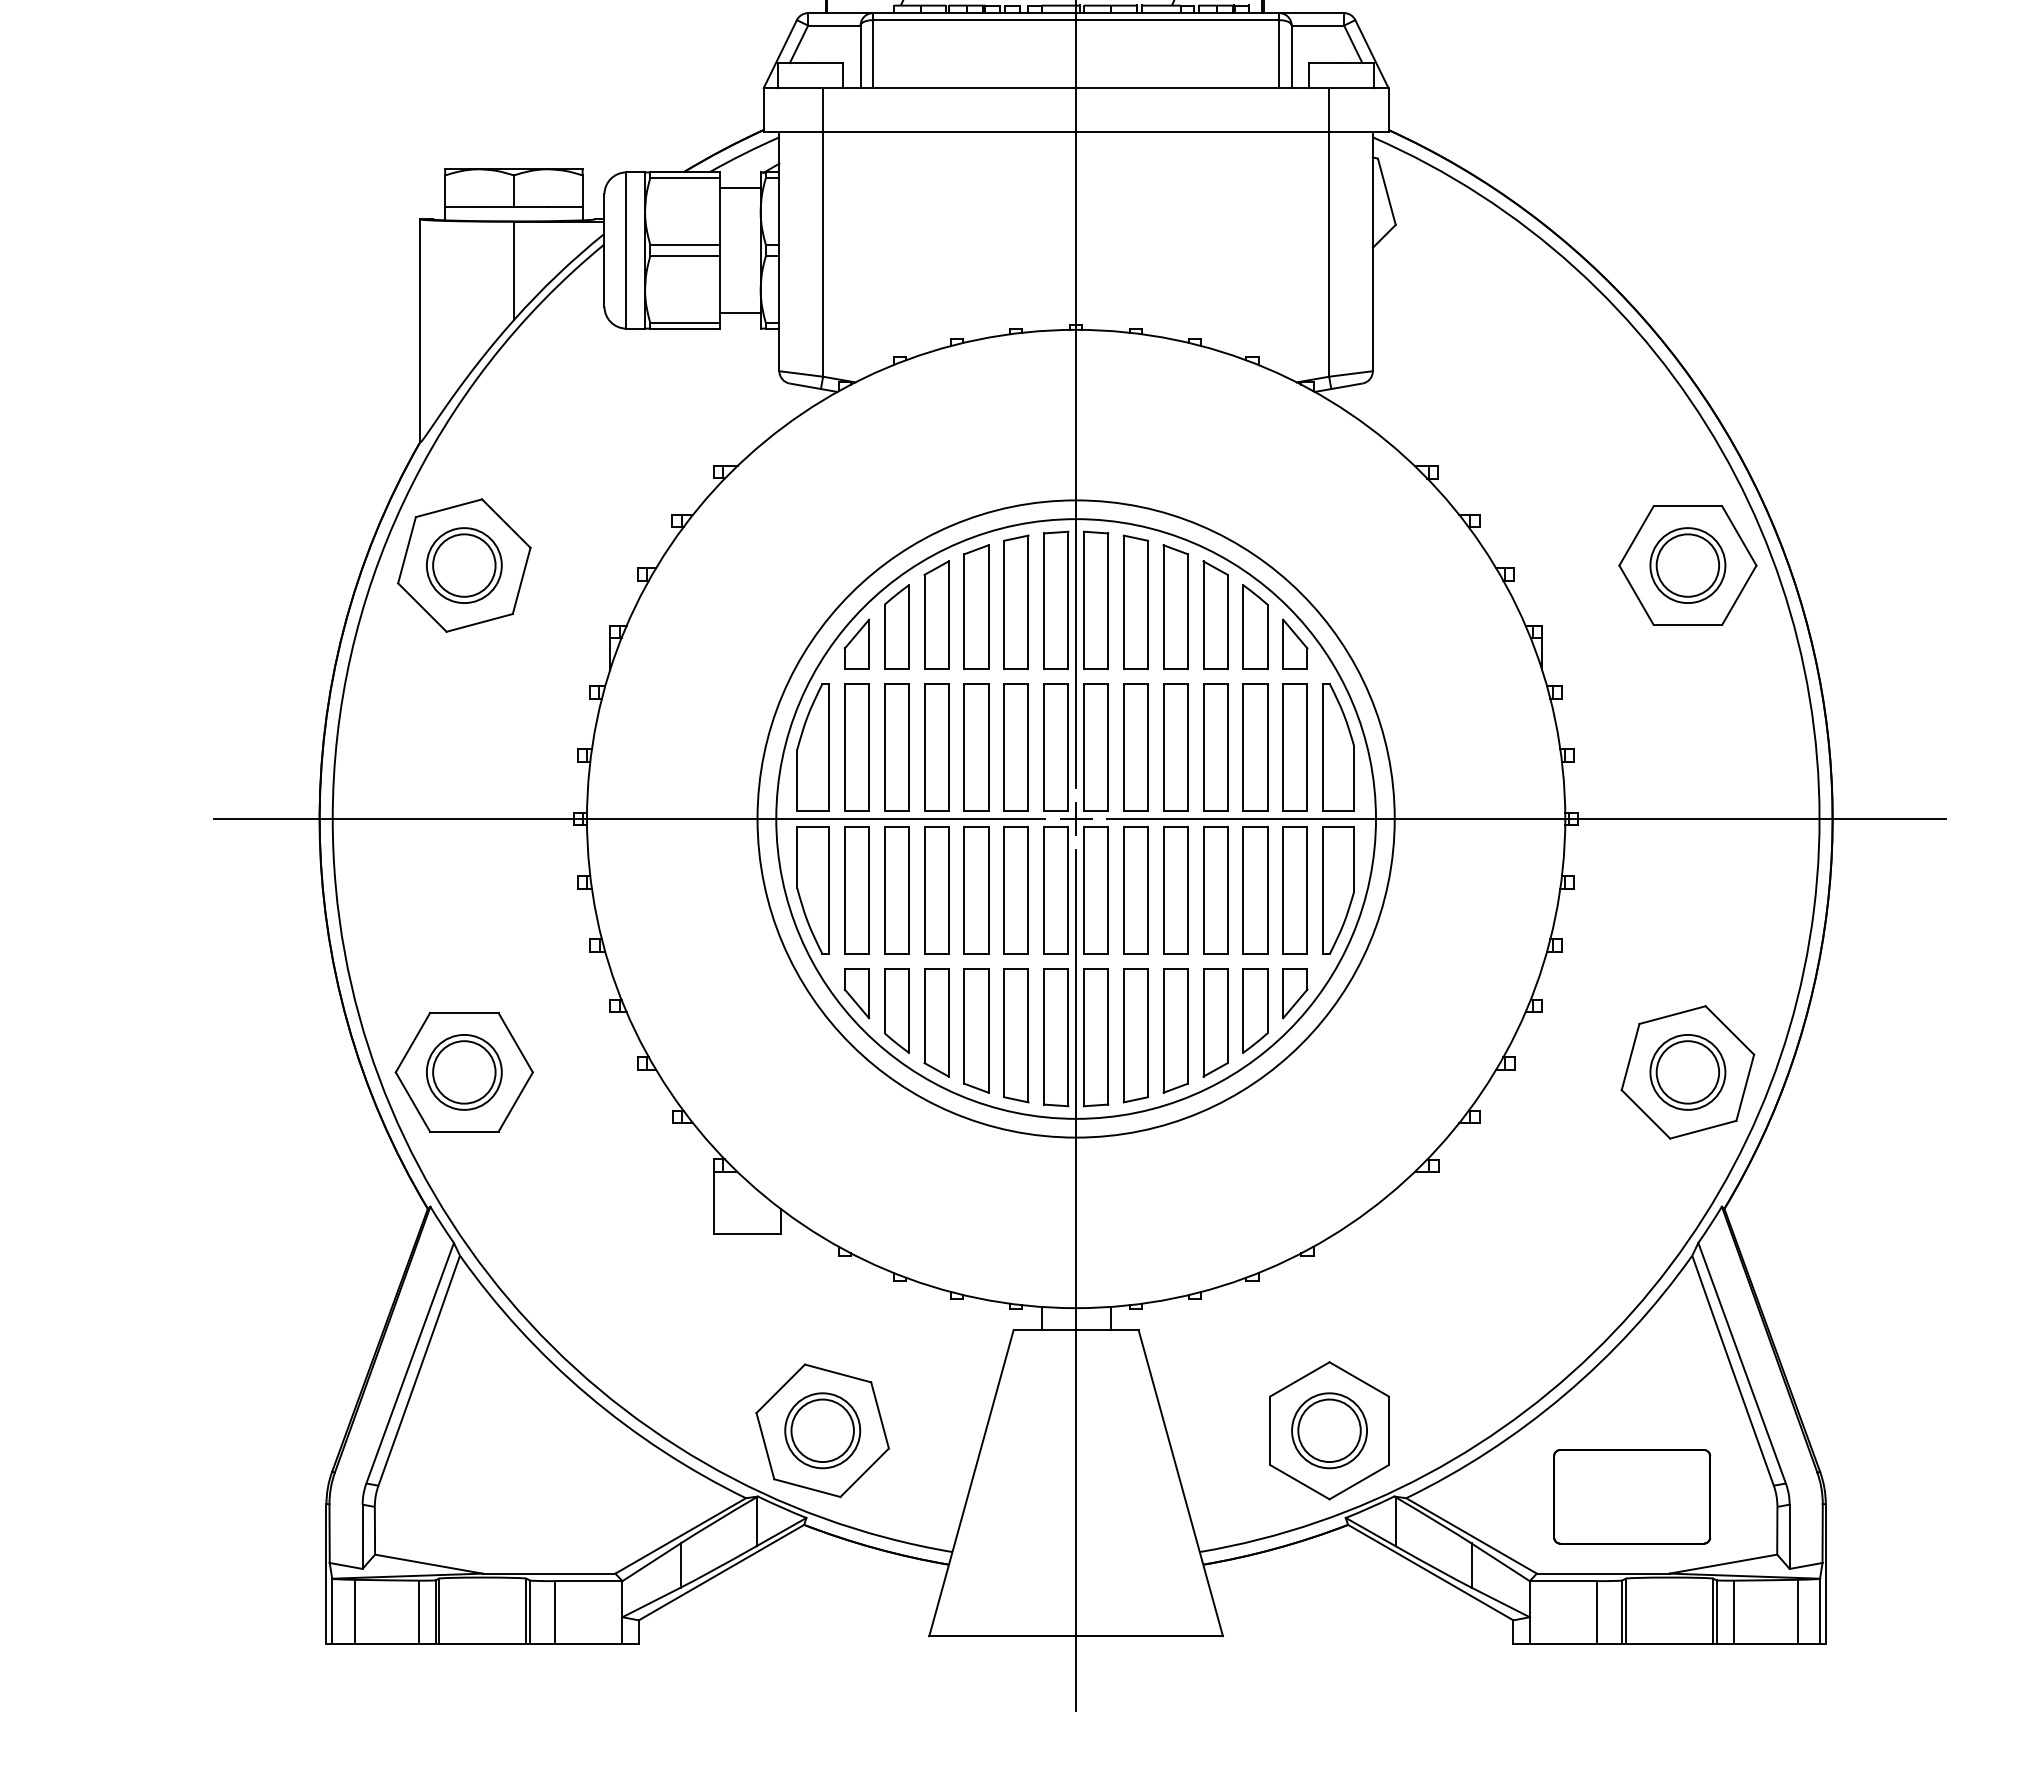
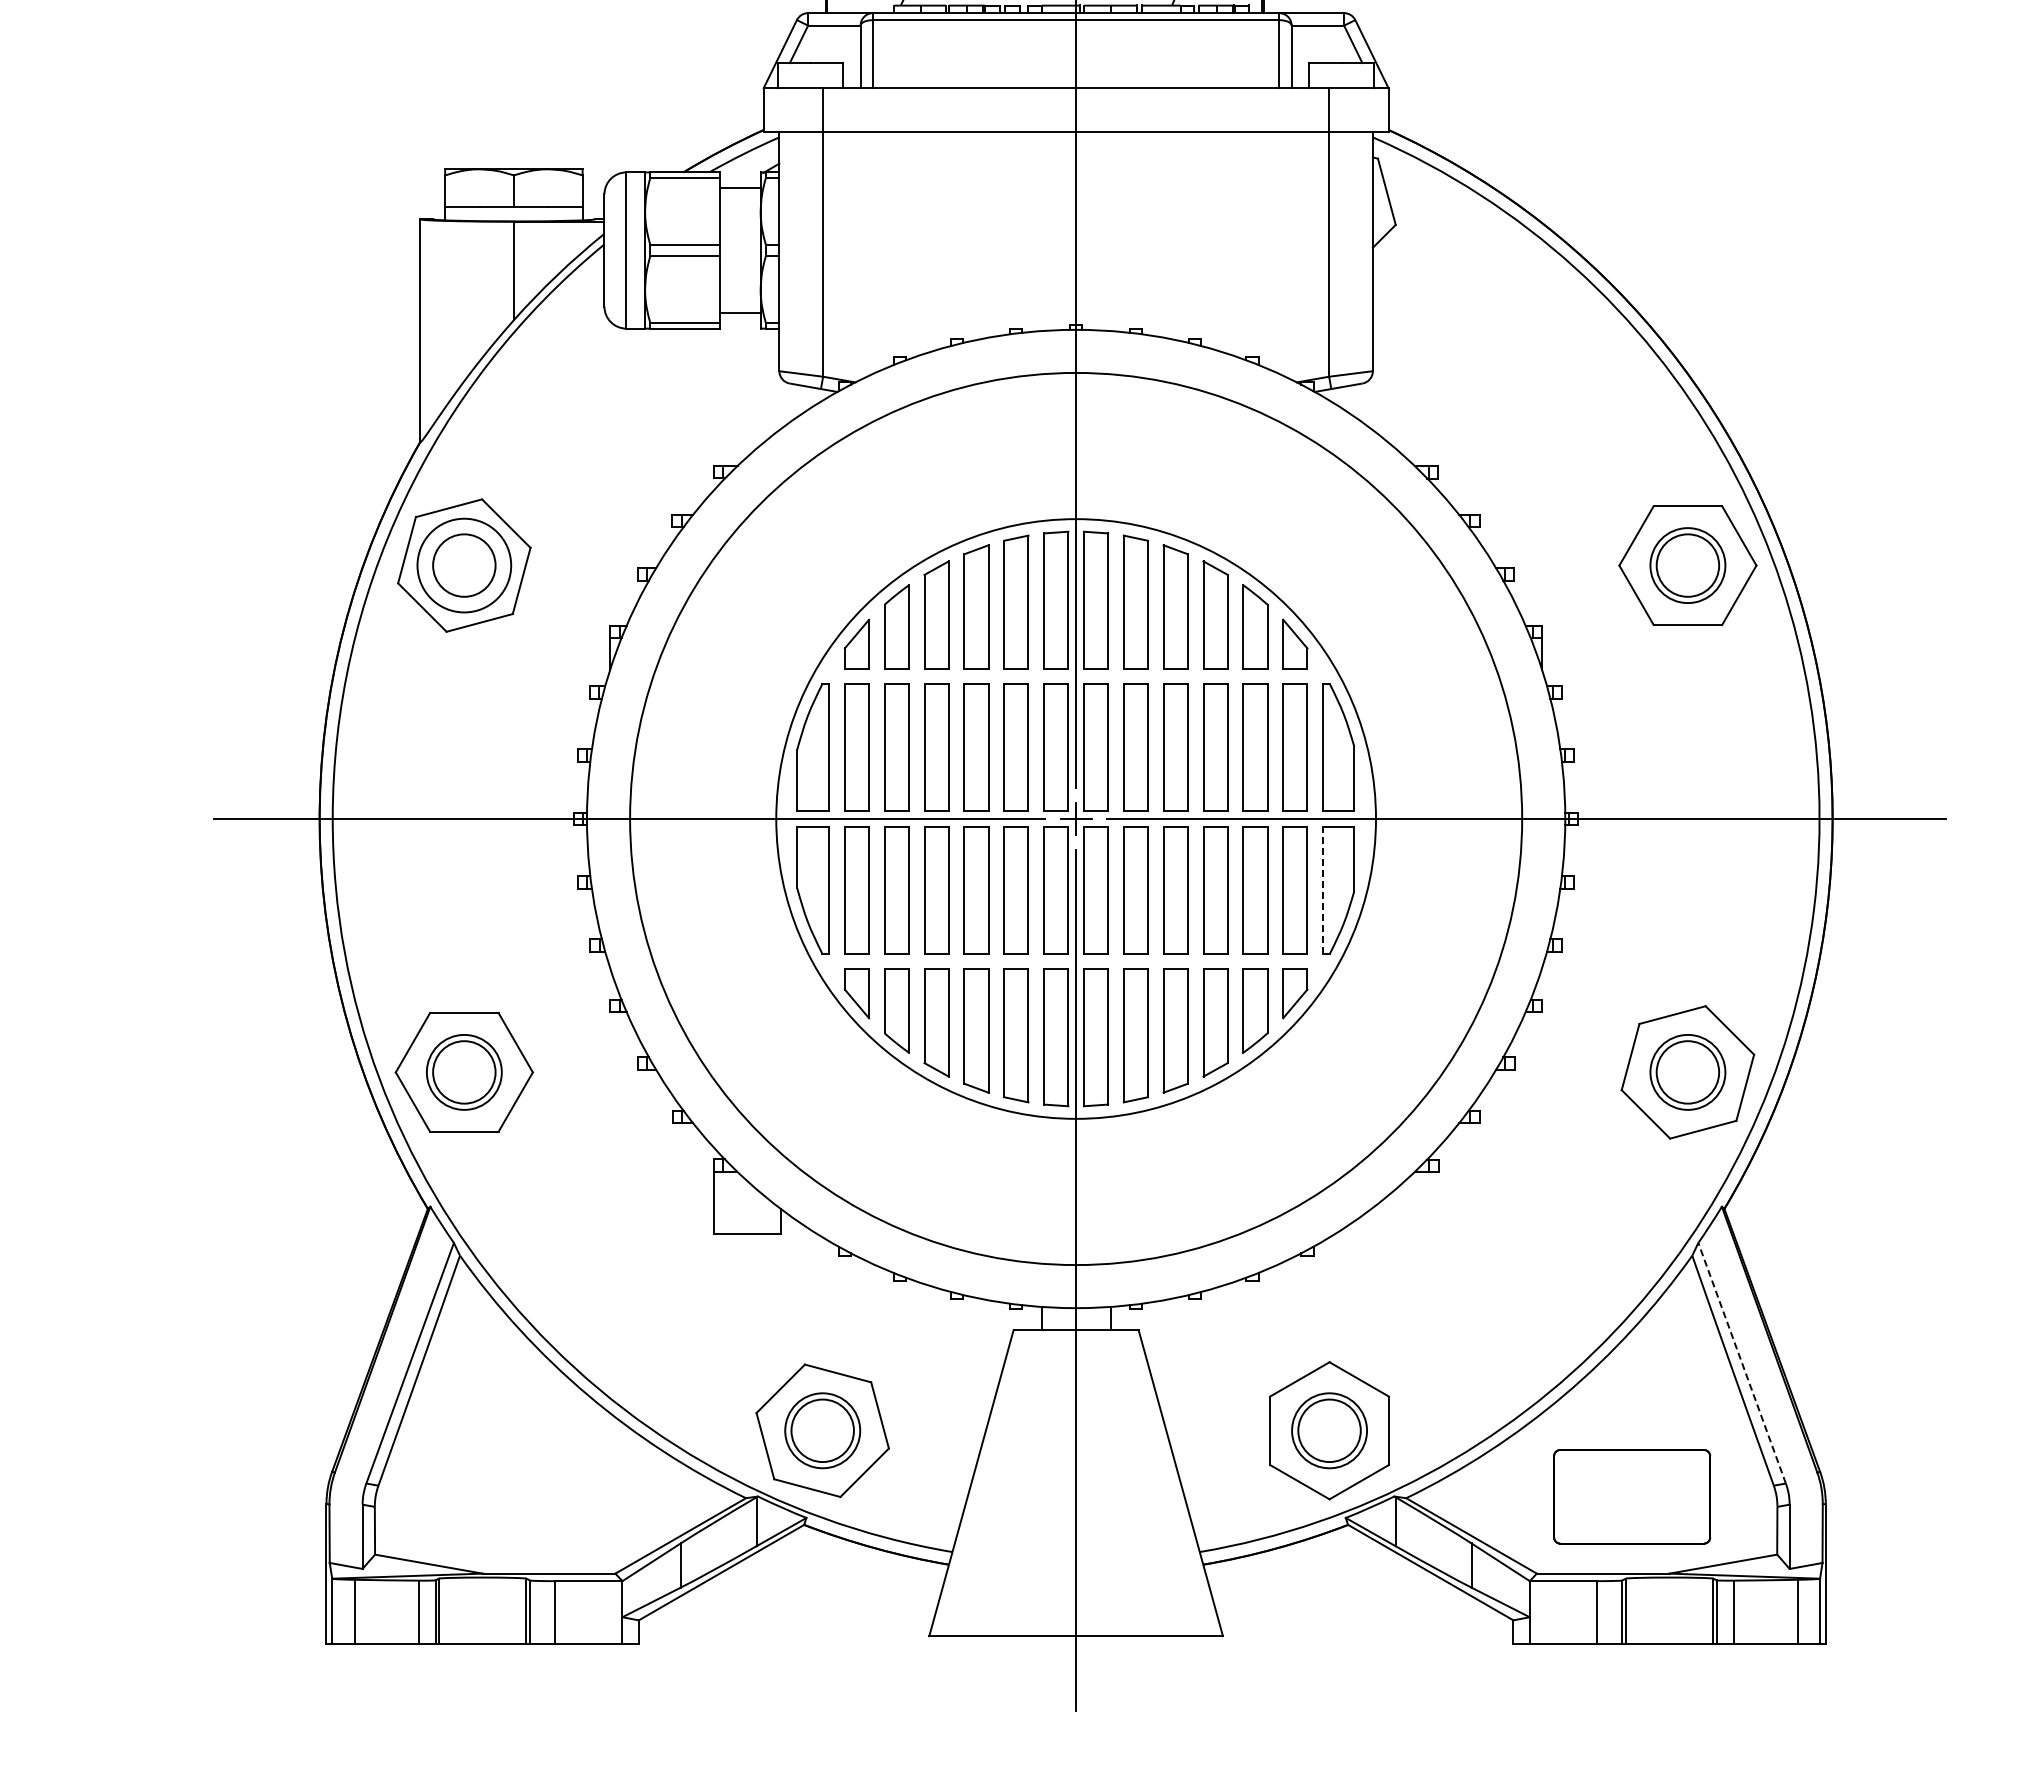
circle at (463, 565) diameter: 75 px -> 94 px
circle at (1075, 818) diameter: 637 px -> 892 px
line at (1323, 889): solid -> dashed
line at (1741, 1362): solid -> dashed
